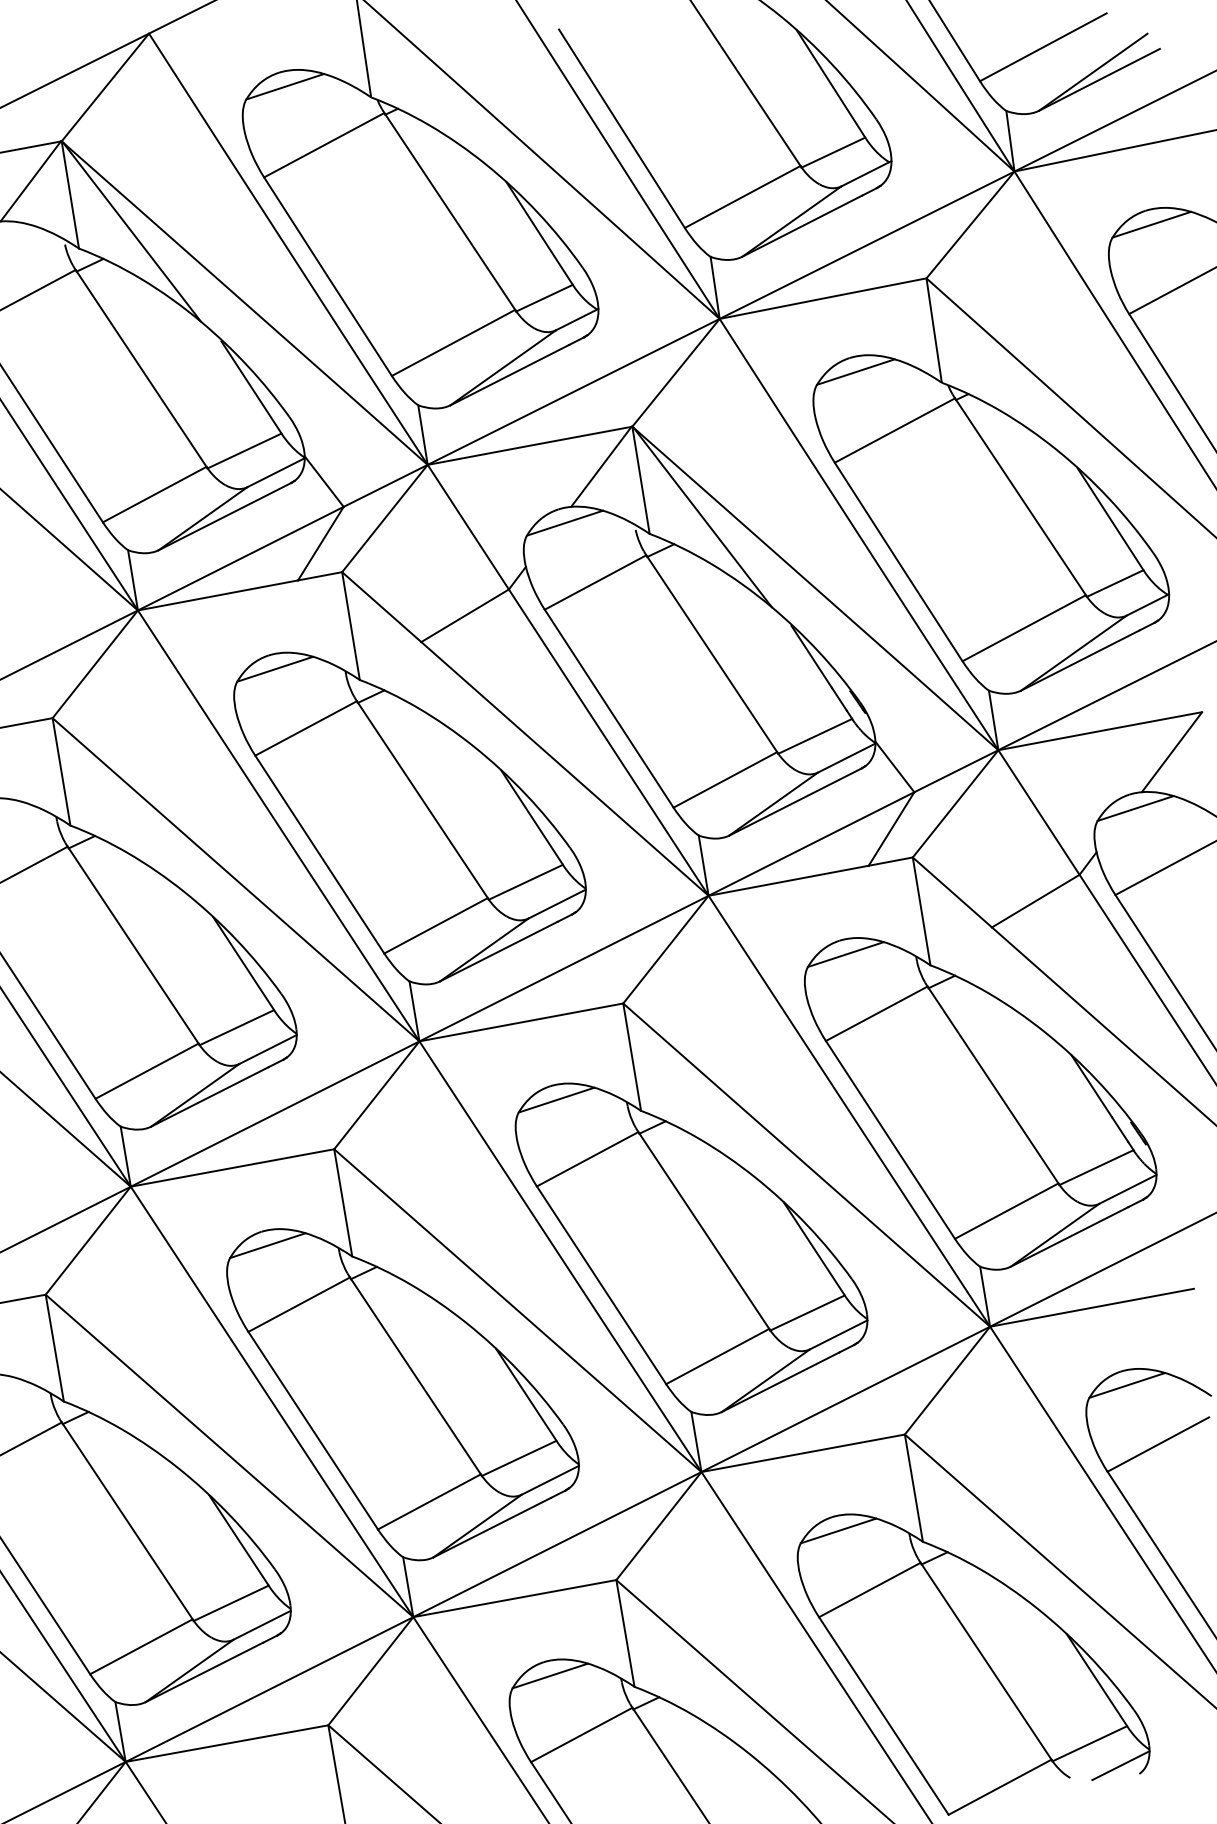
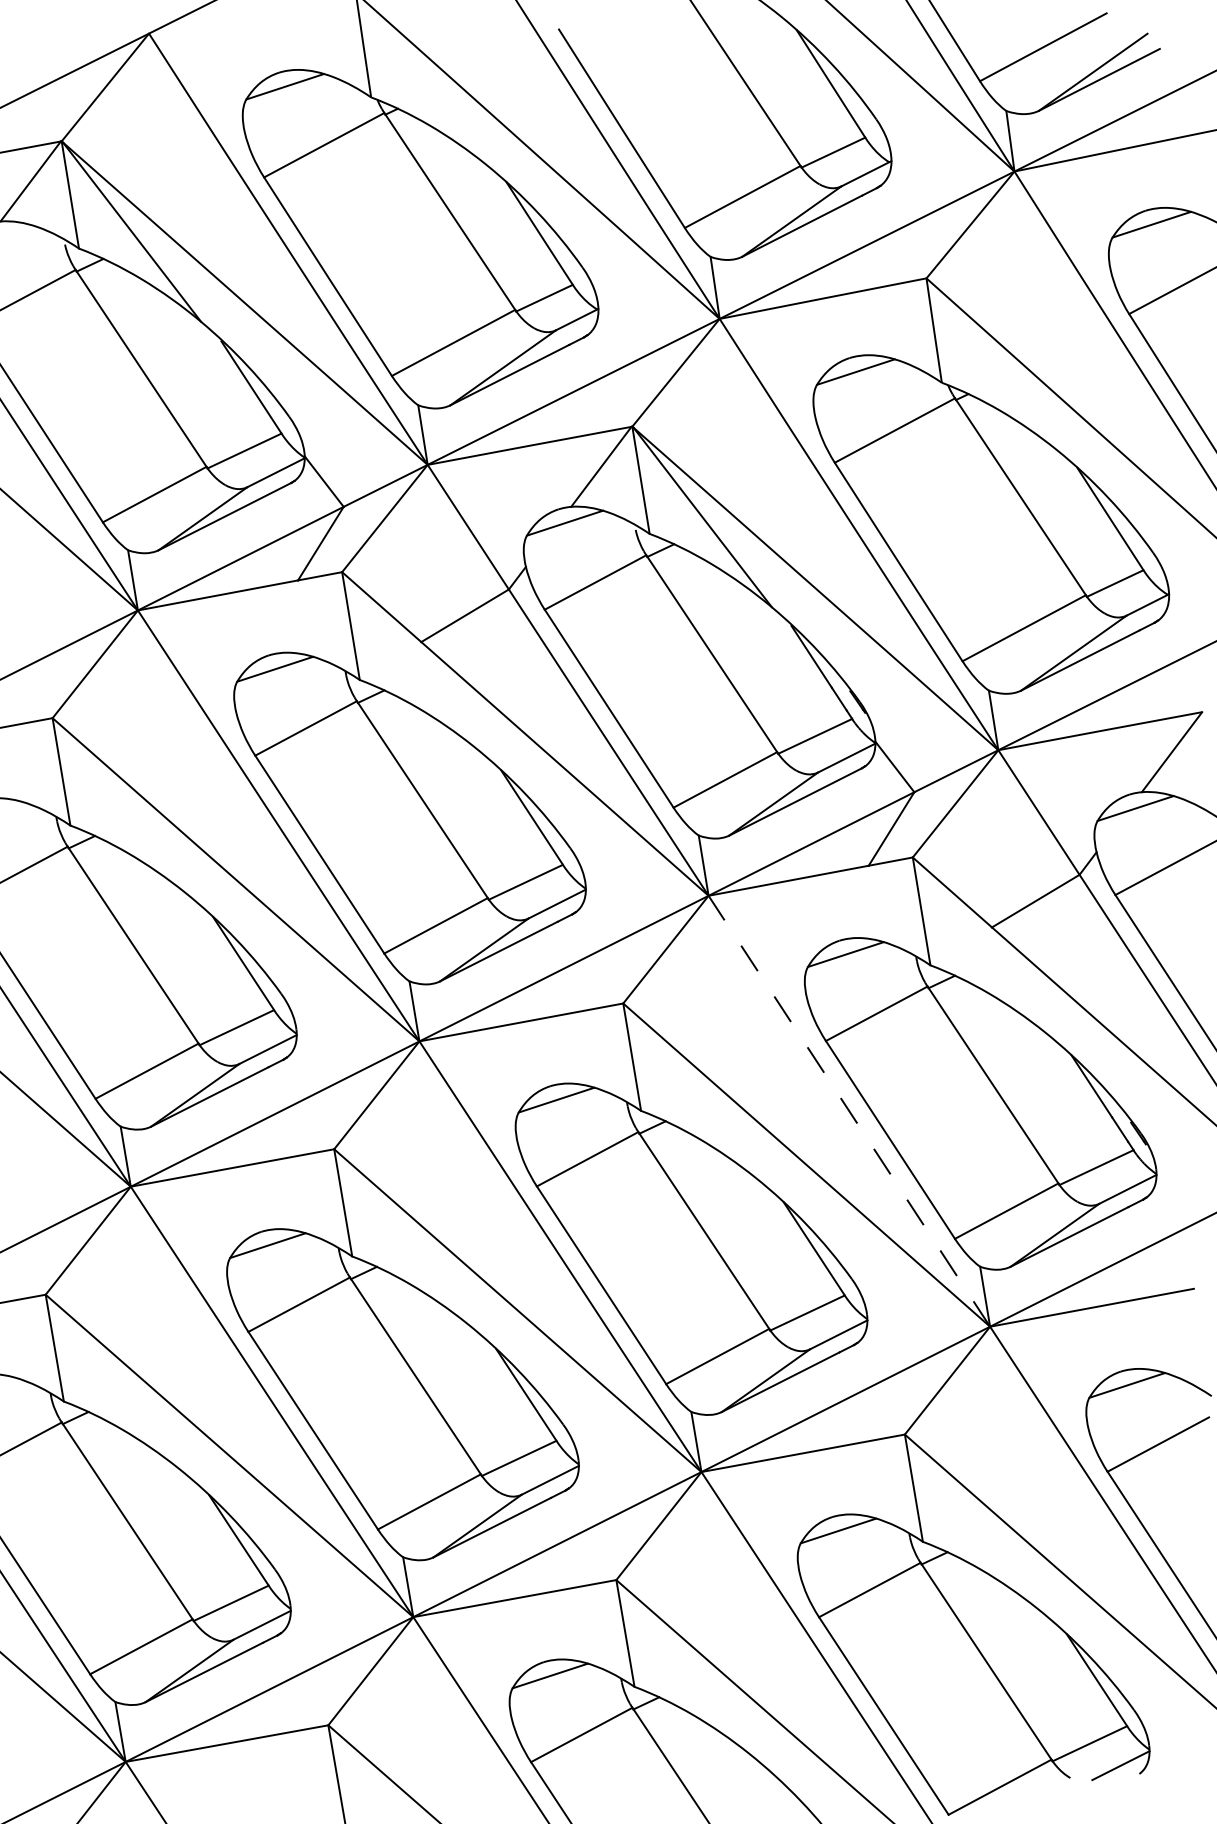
line at (849, 1110): solid -> dashed
